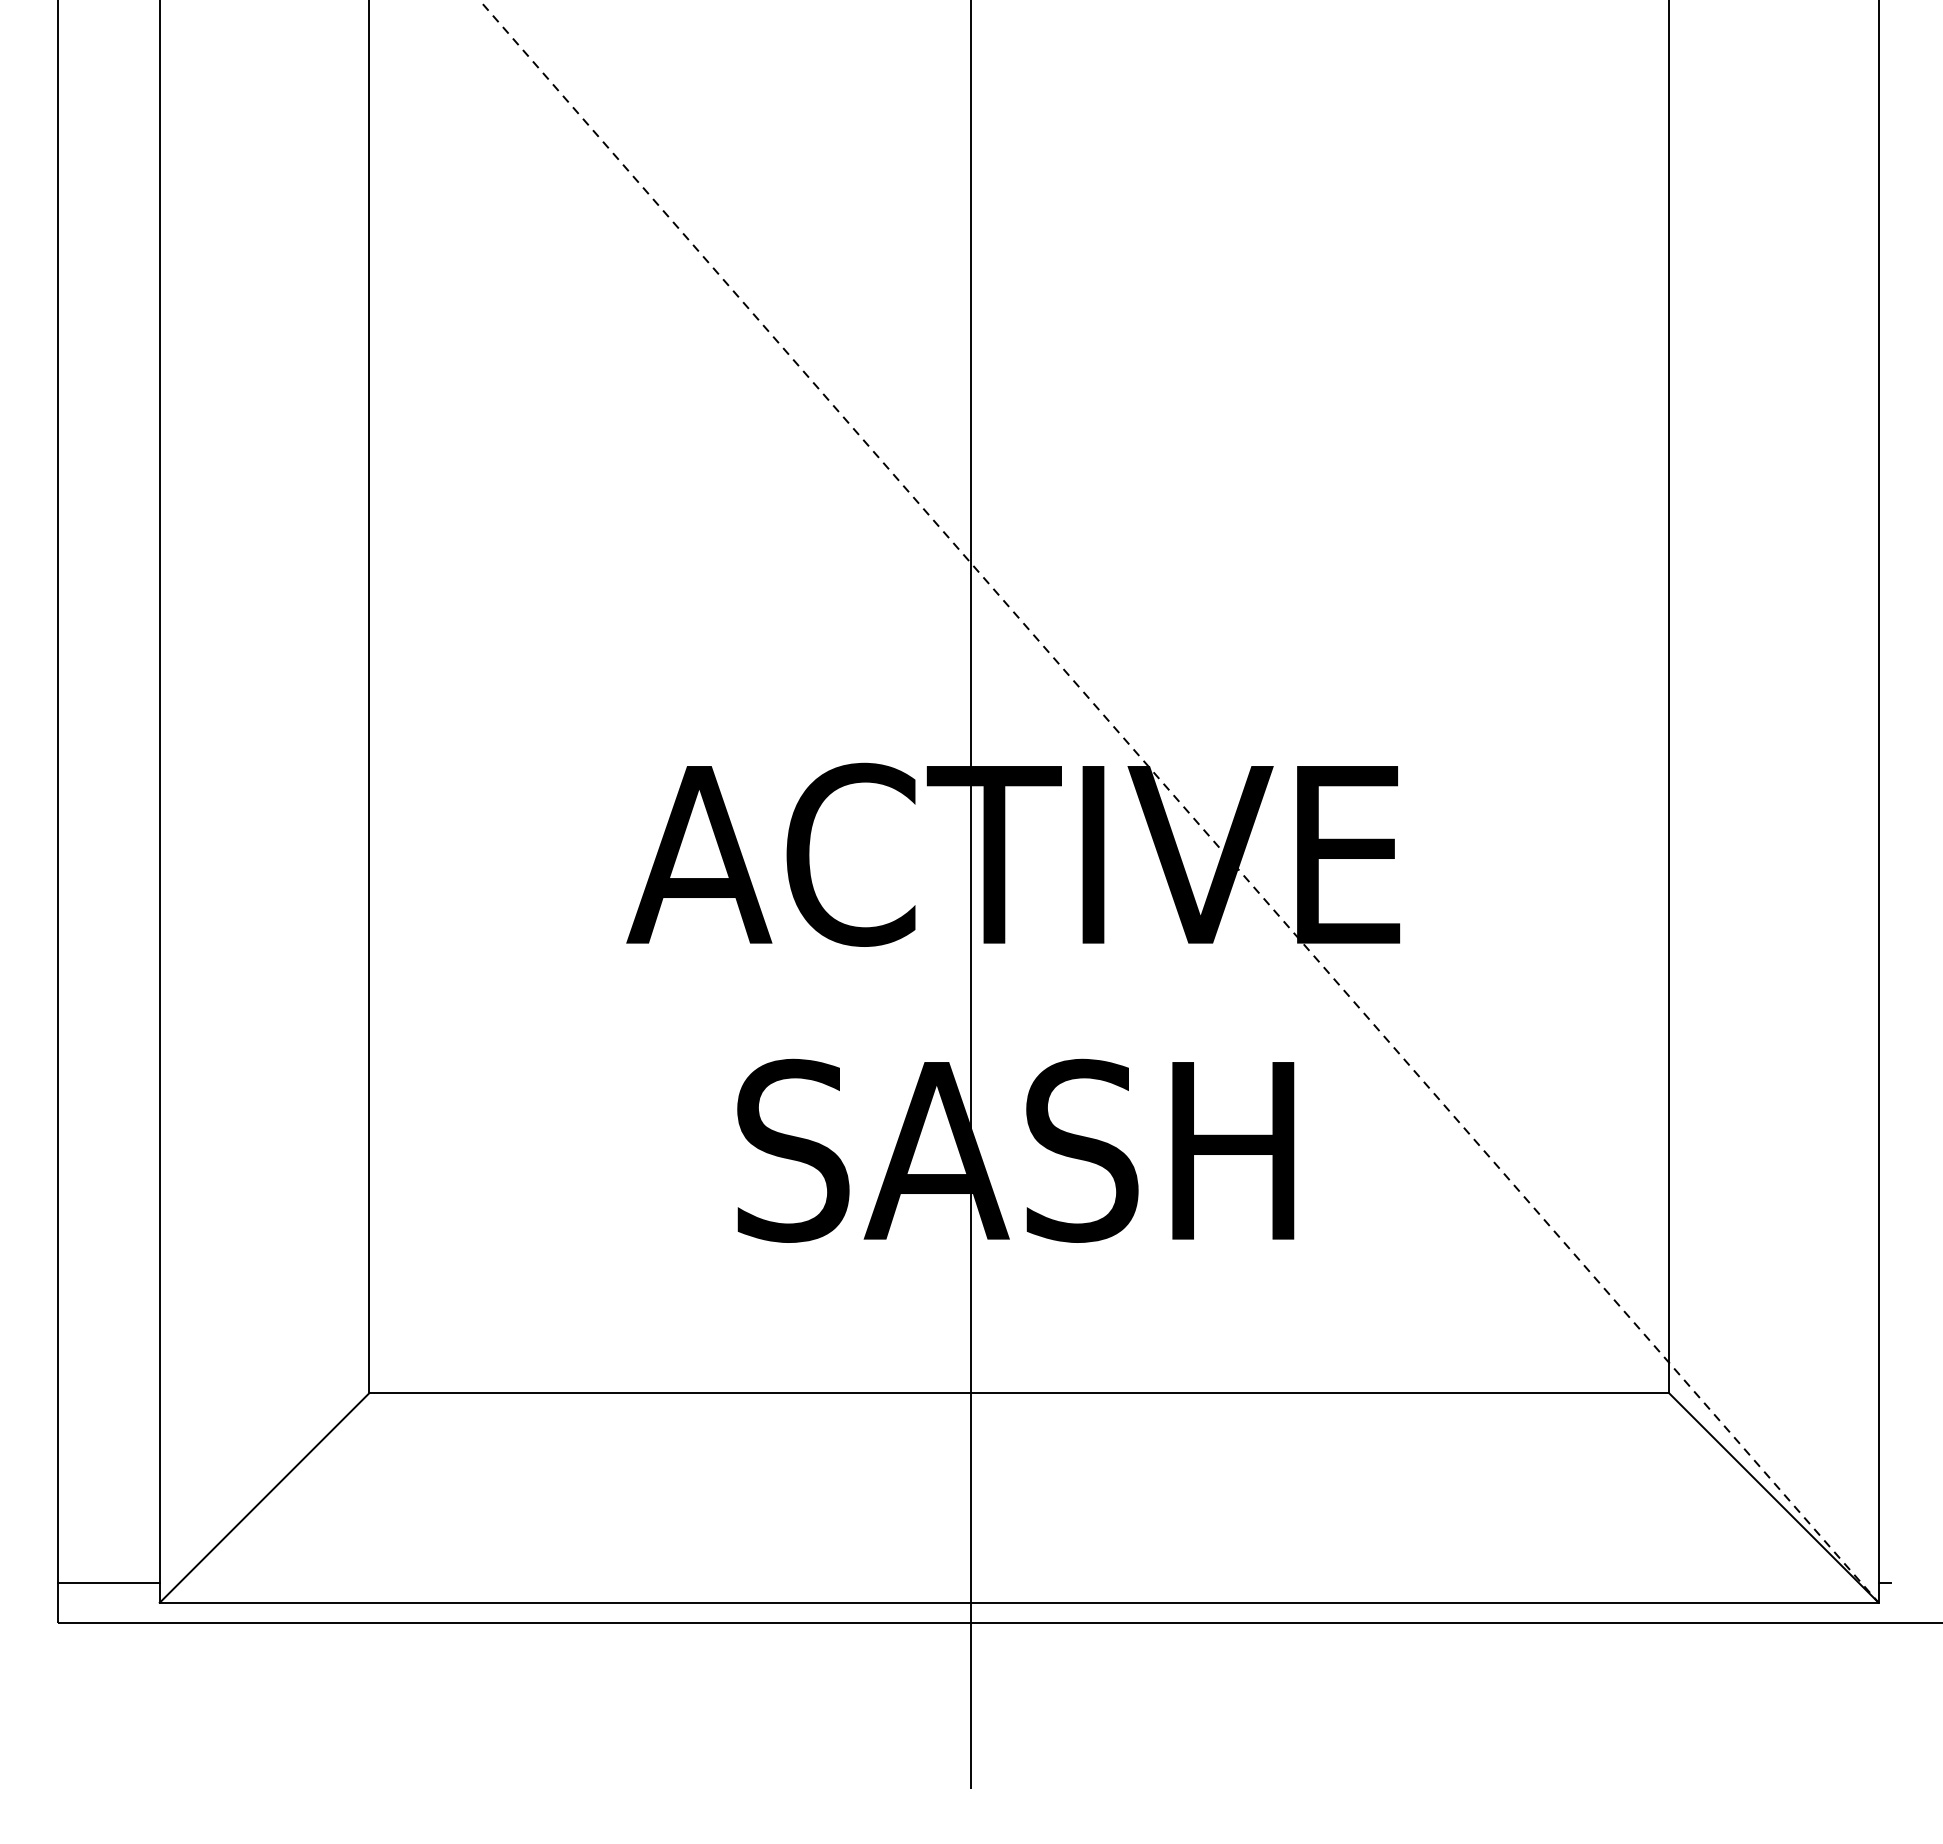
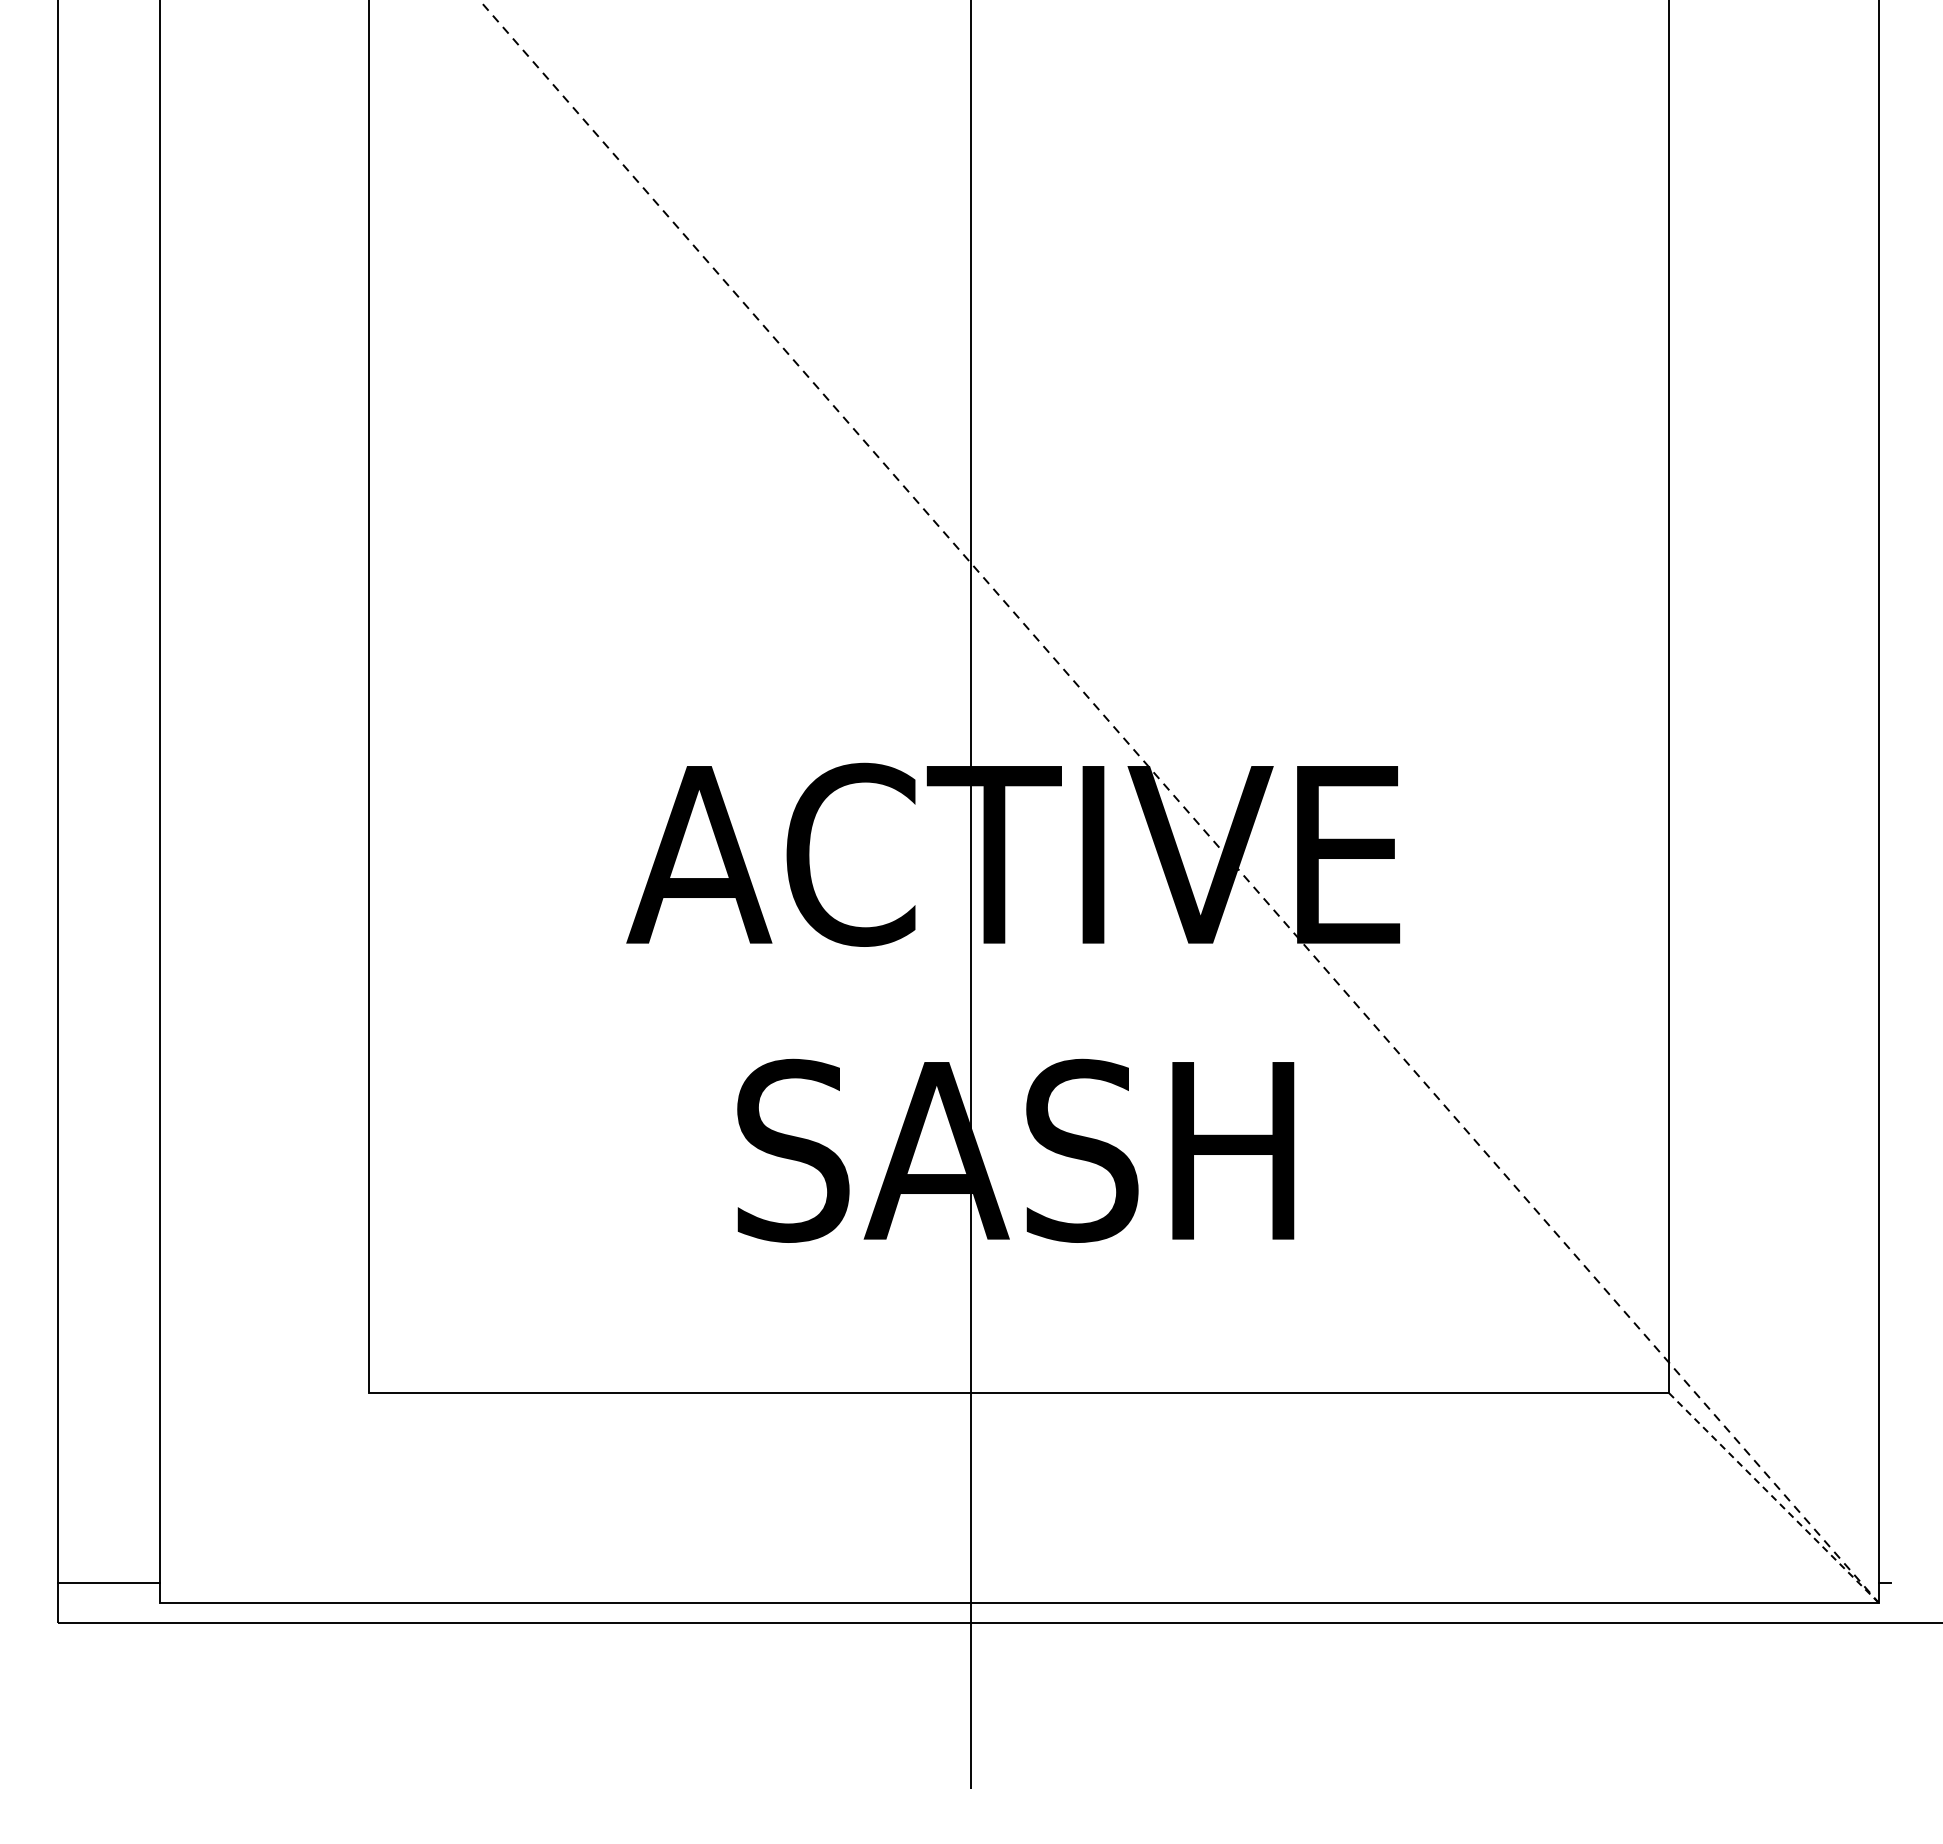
line at (264, 1497): present -> none
line at (1774, 1498): solid -> dashed
